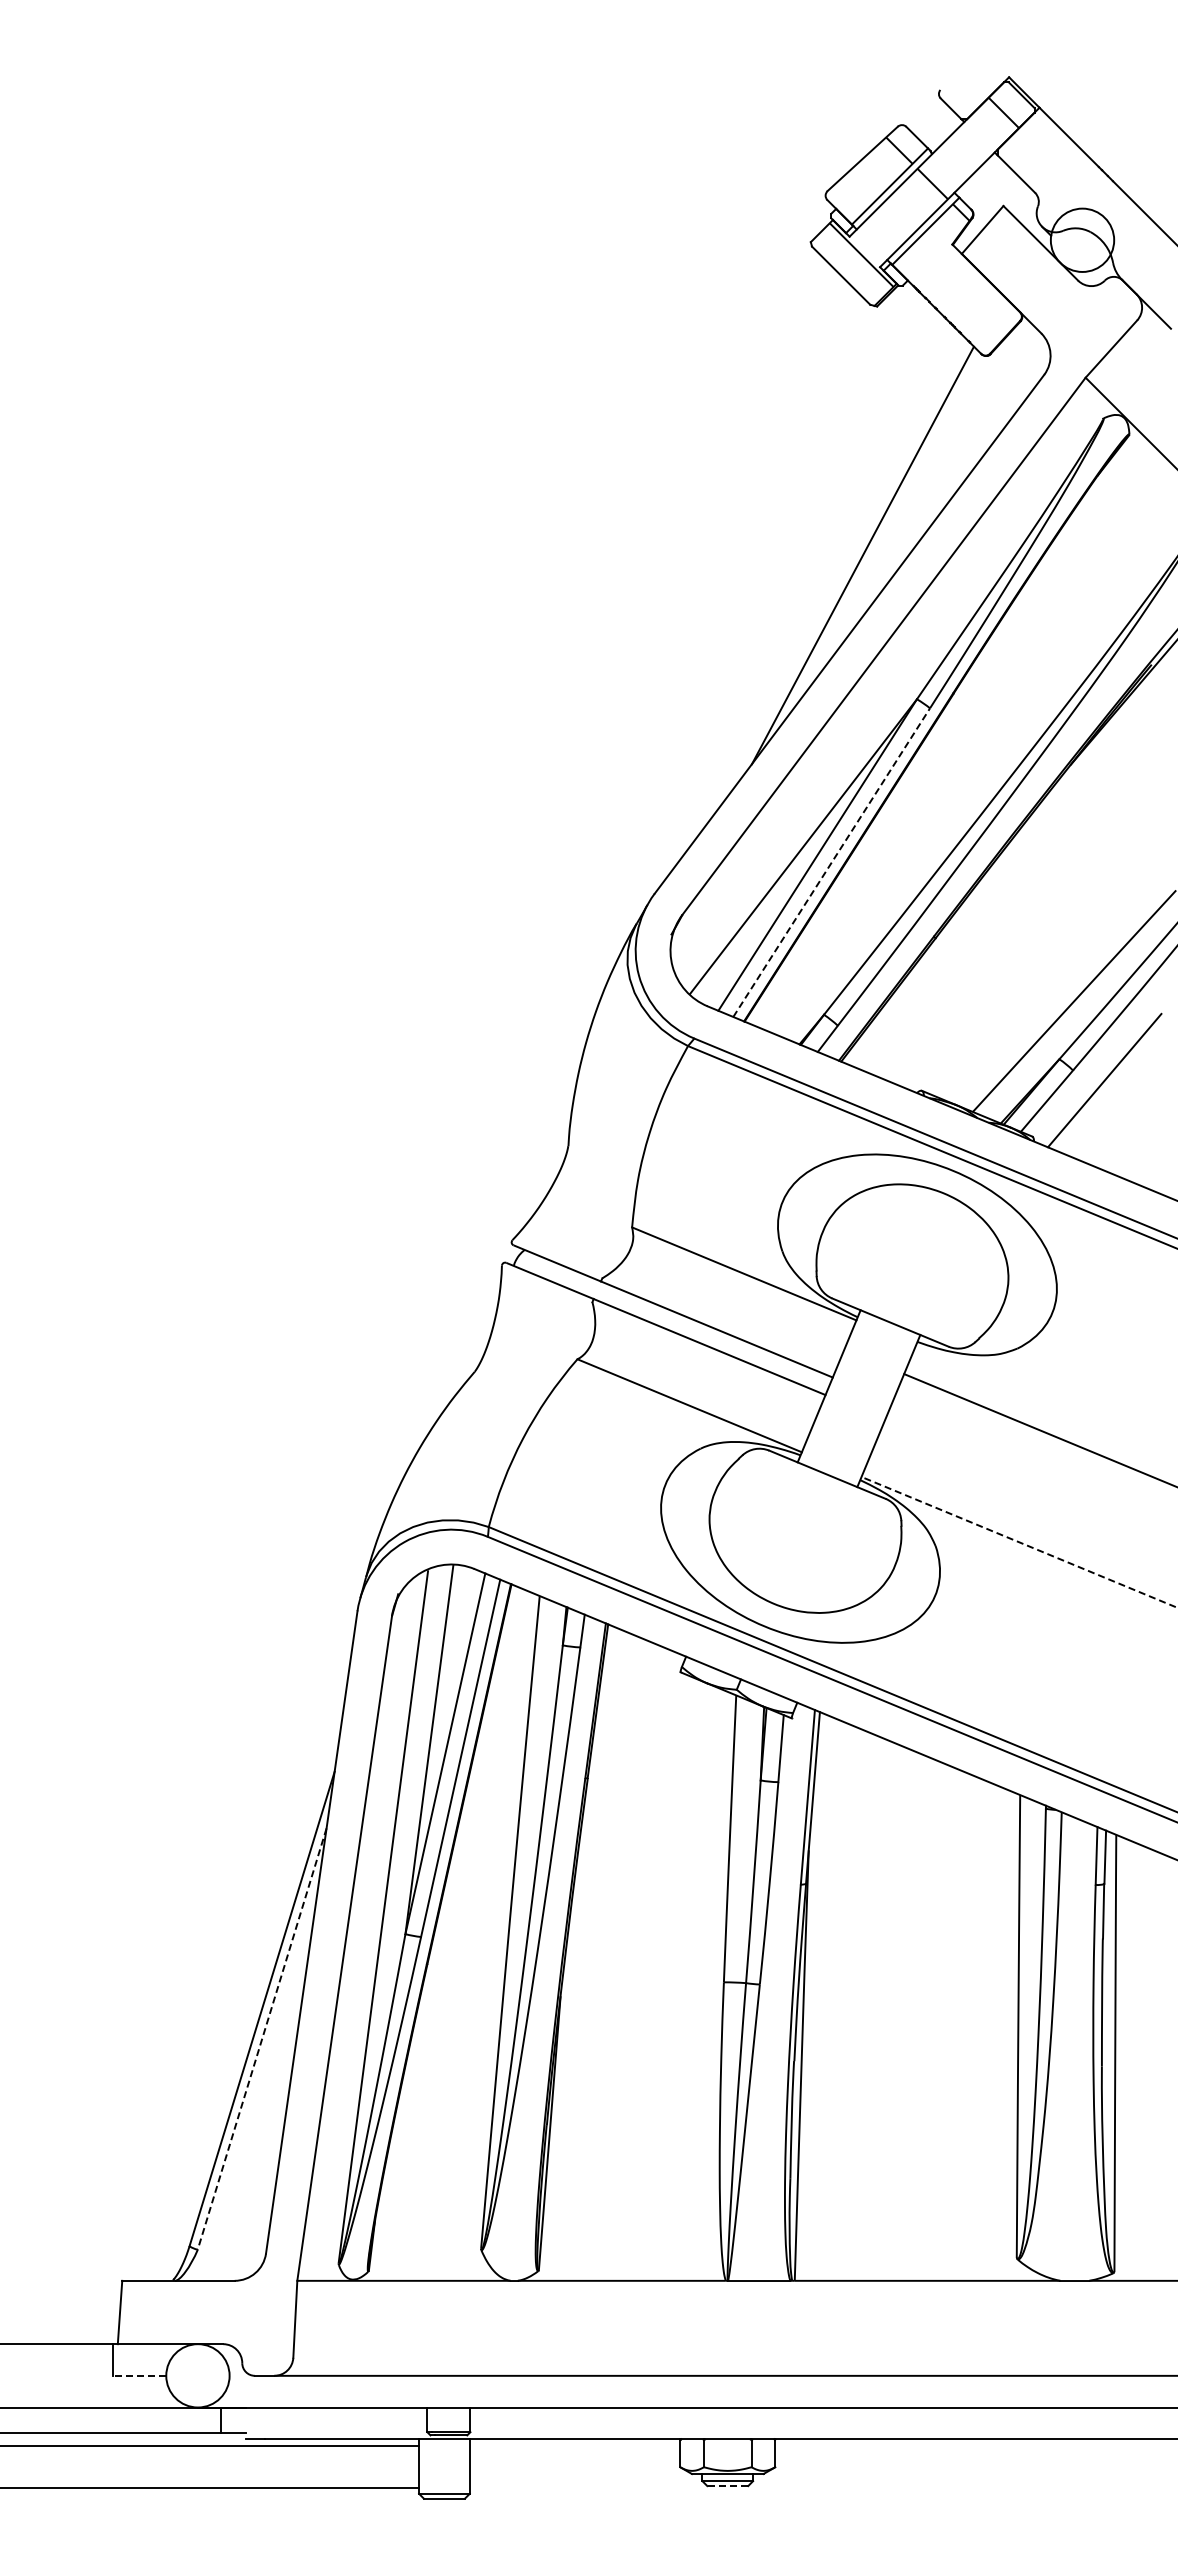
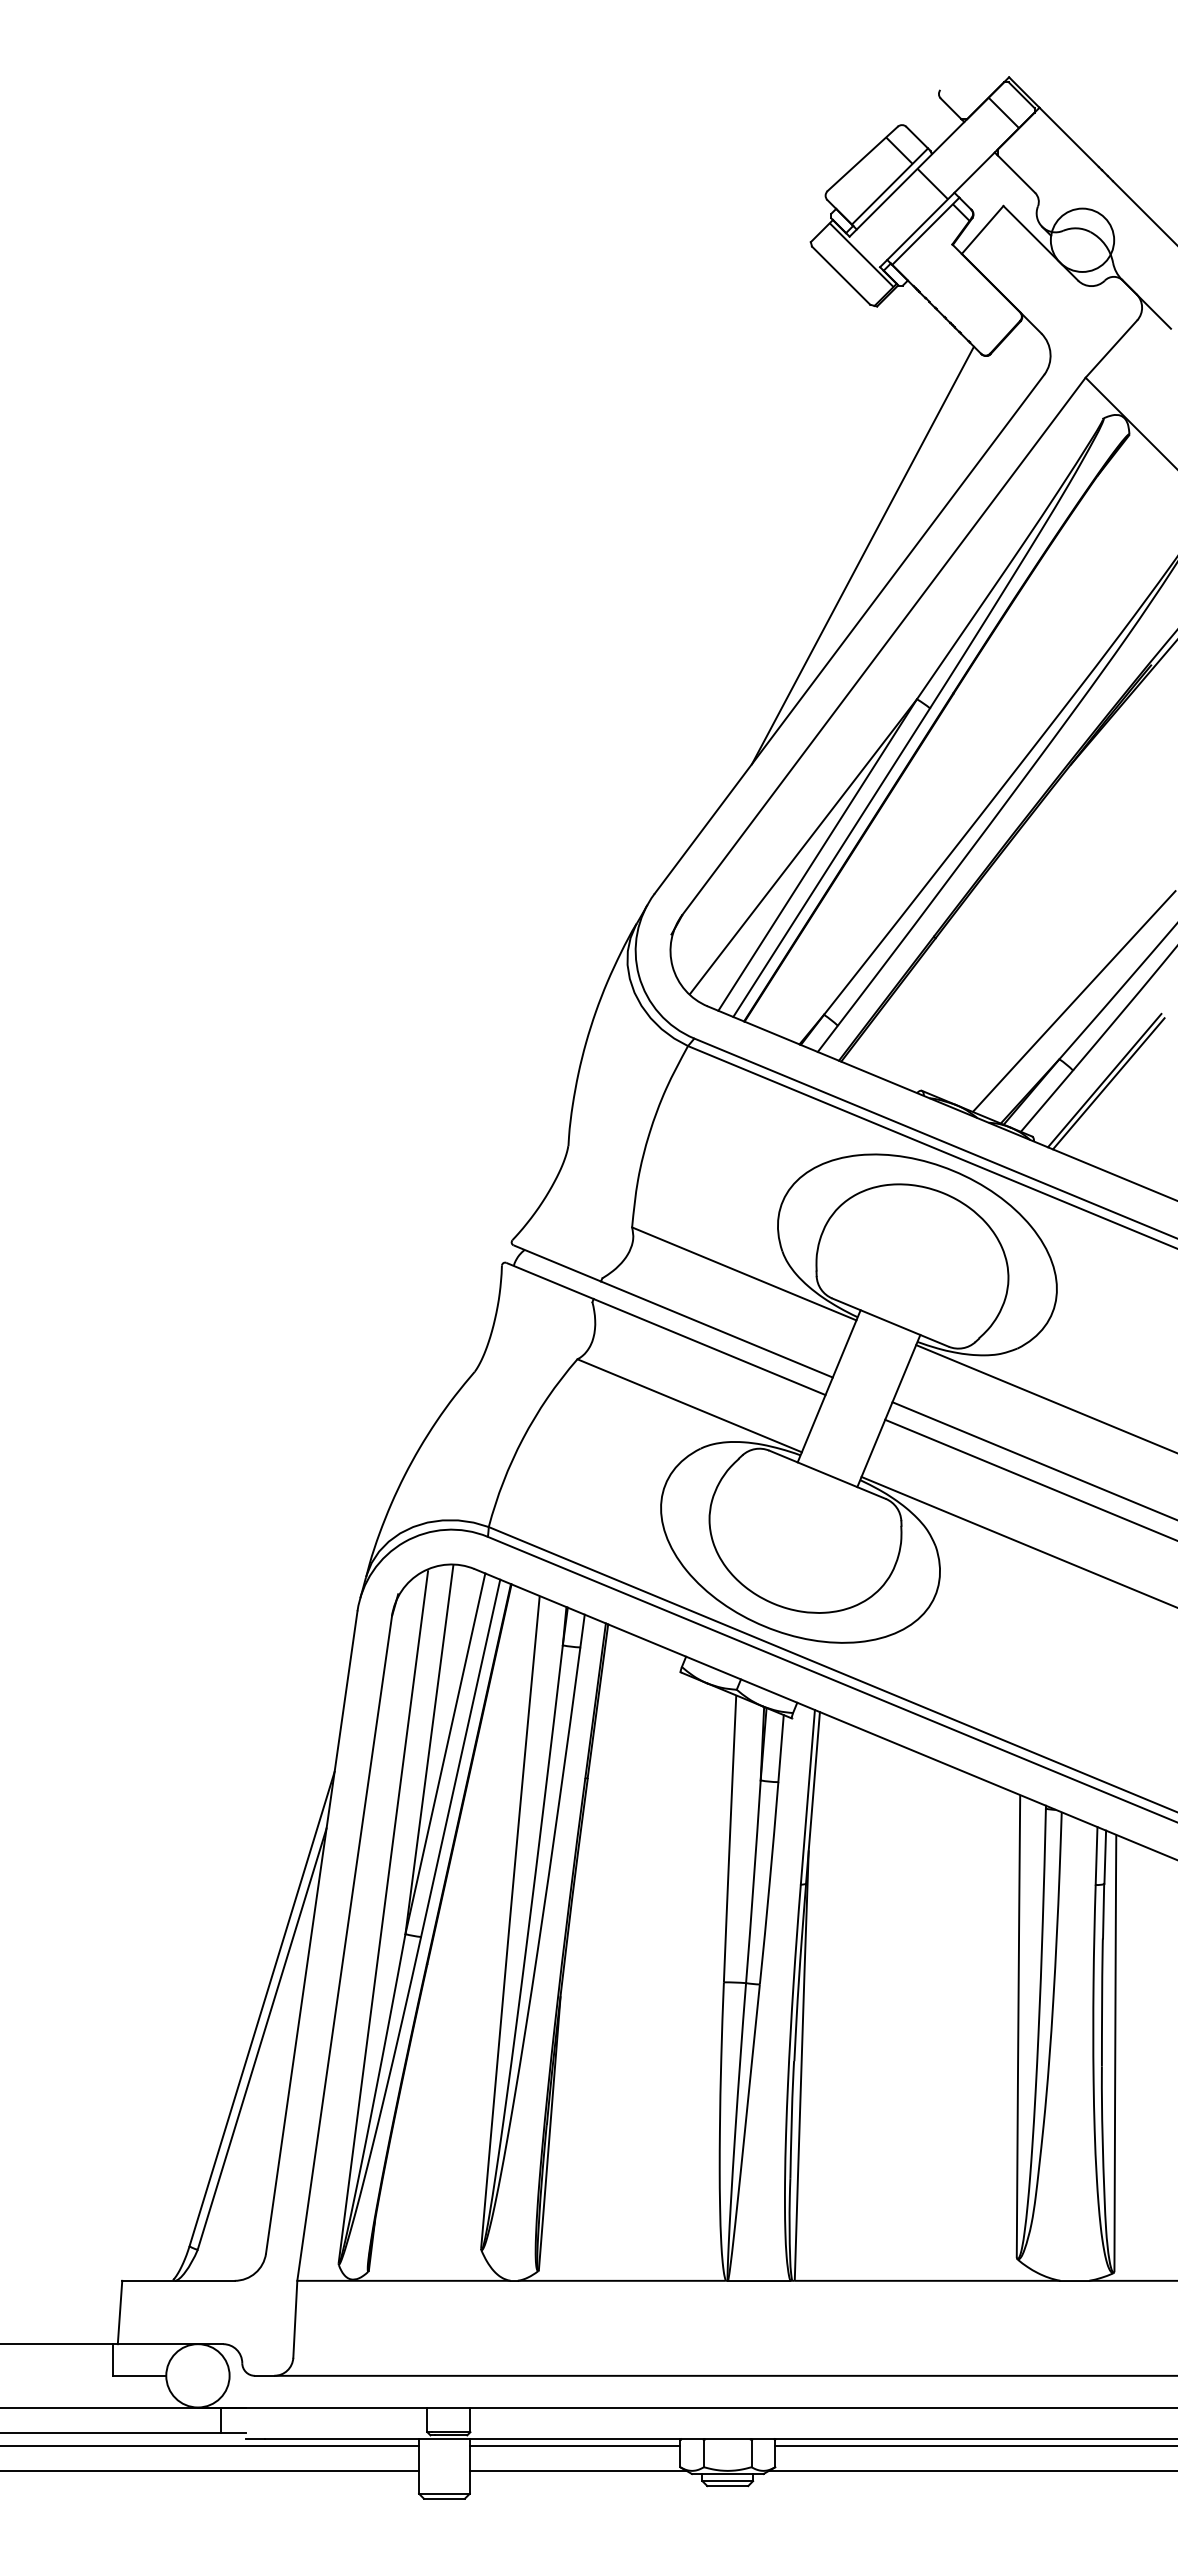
line at (831, 862): dashed -> solid
line at (1108, 1083): none -> present
line at (1039, 1430) position: (1039, 1430) -> (1045, 1398)
line at (1033, 1460): none -> present
line at (1029, 1479): none -> present
line at (1019, 1542): dashed -> solid
line at (262, 2039): dashed -> solid
line at (139, 2375): dashed -> solid
line at (574, 2445): none -> present
line at (974, 2445): none -> present
line at (577, 2470): none -> present
line at (971, 2470): none -> present
line at (727, 2486): dashed -> solid
line at (210, 2487) position: (210, 2487) -> (210, 2470)
